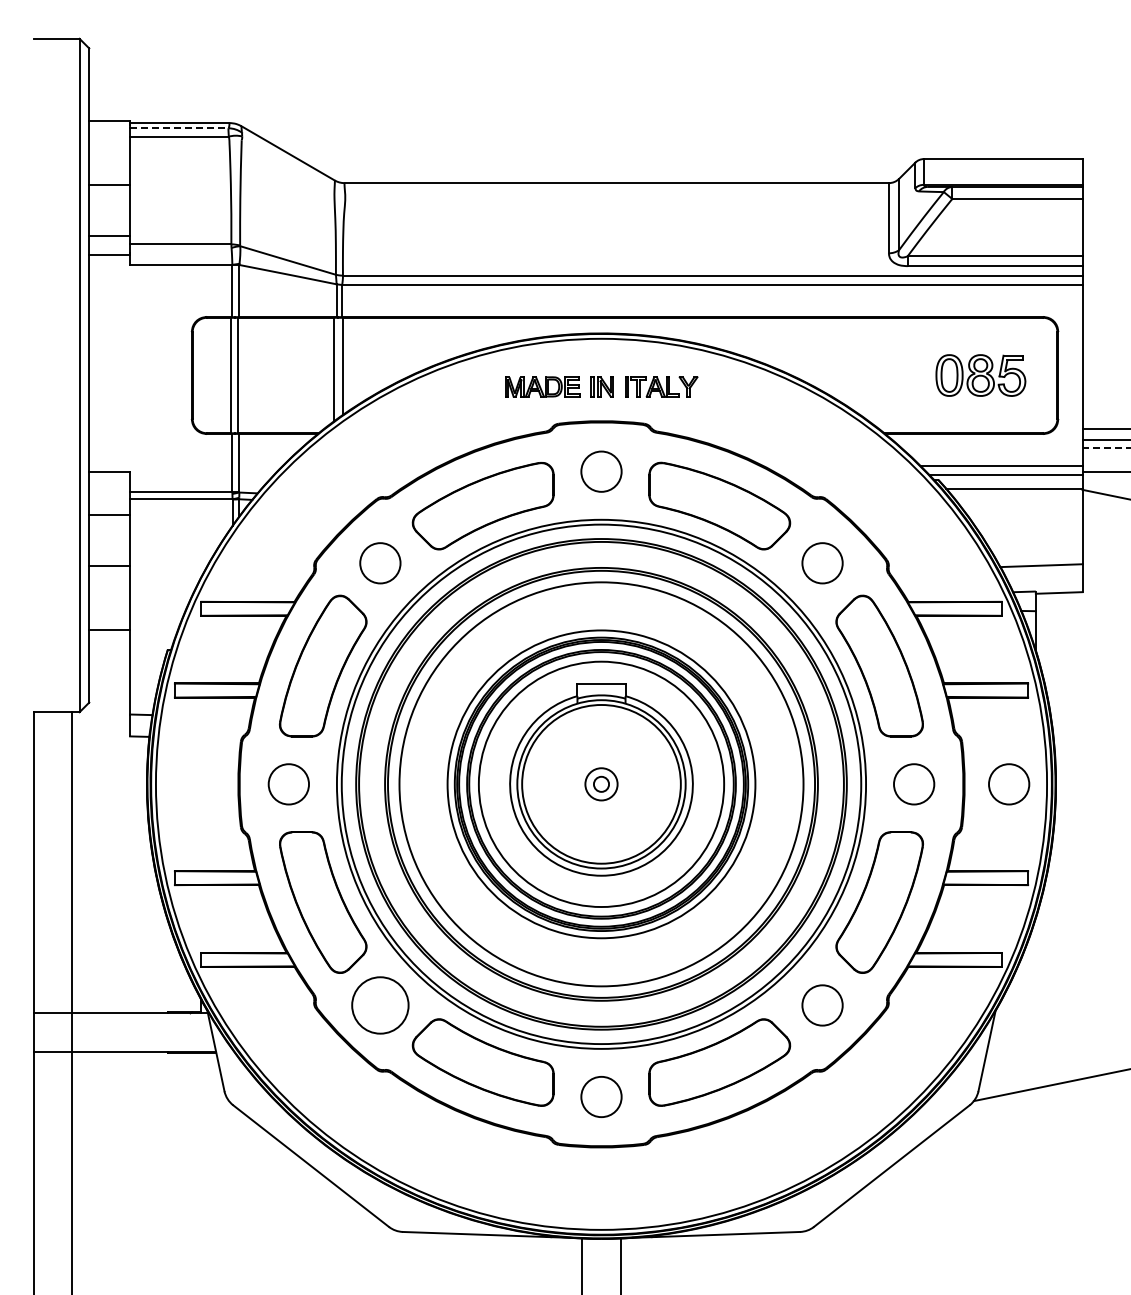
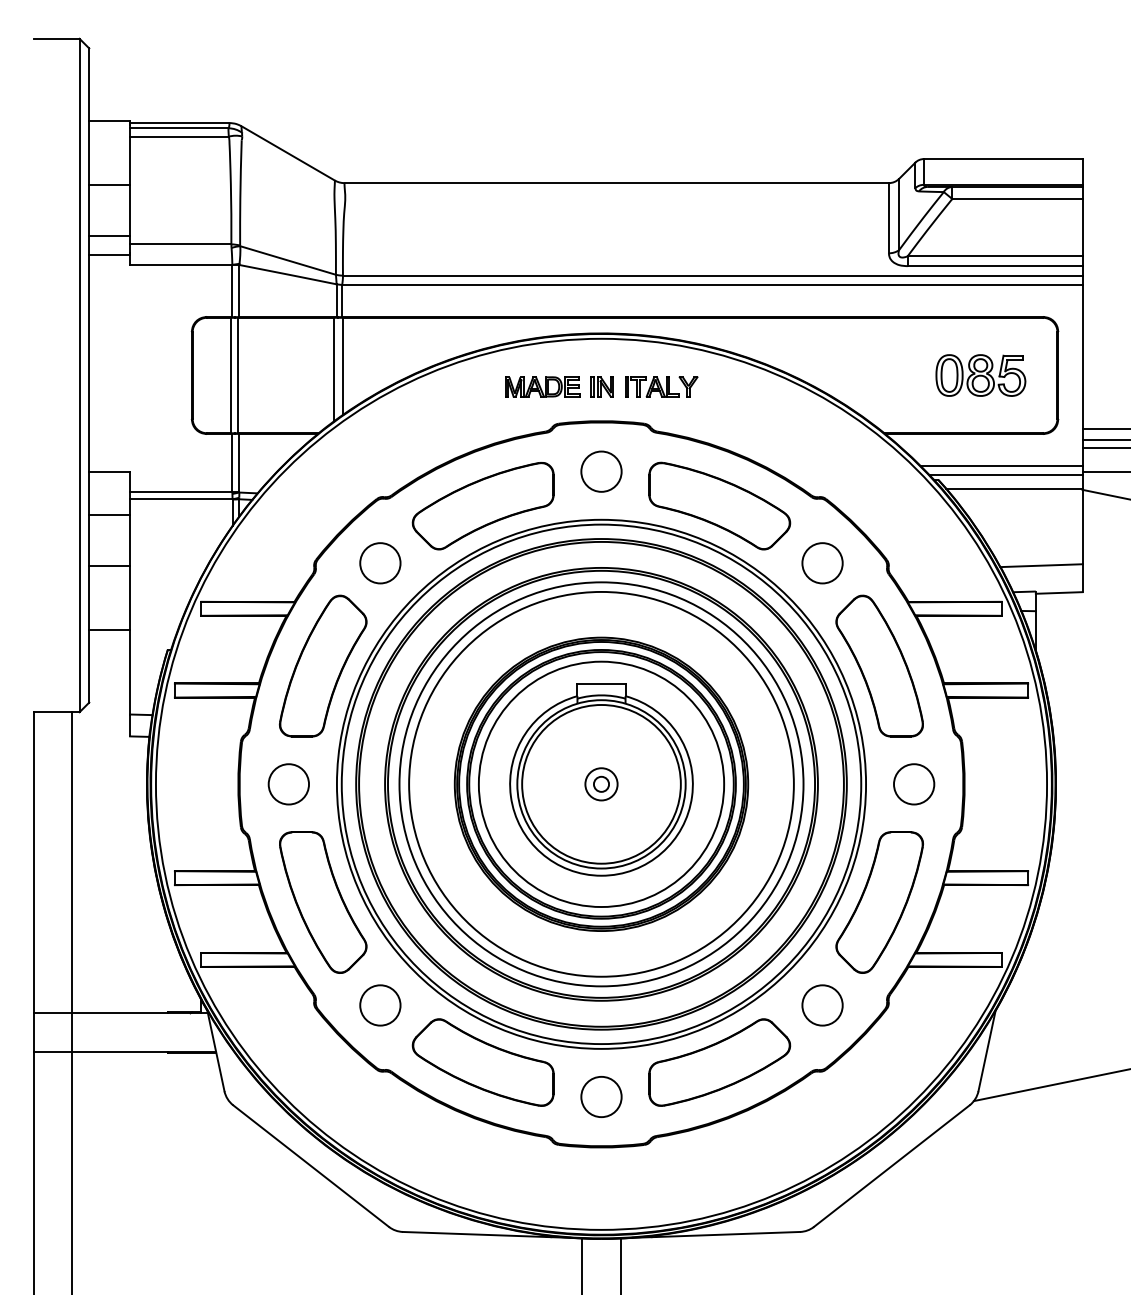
line at (179, 128): dashed -> solid
line at (1106, 447): dashed -> solid
circle at (601, 784) diameter: 308 px -> 385 px
circle at (1009, 784): present -> none
circle at (380, 1005) diameter: 56 px -> 40 px
